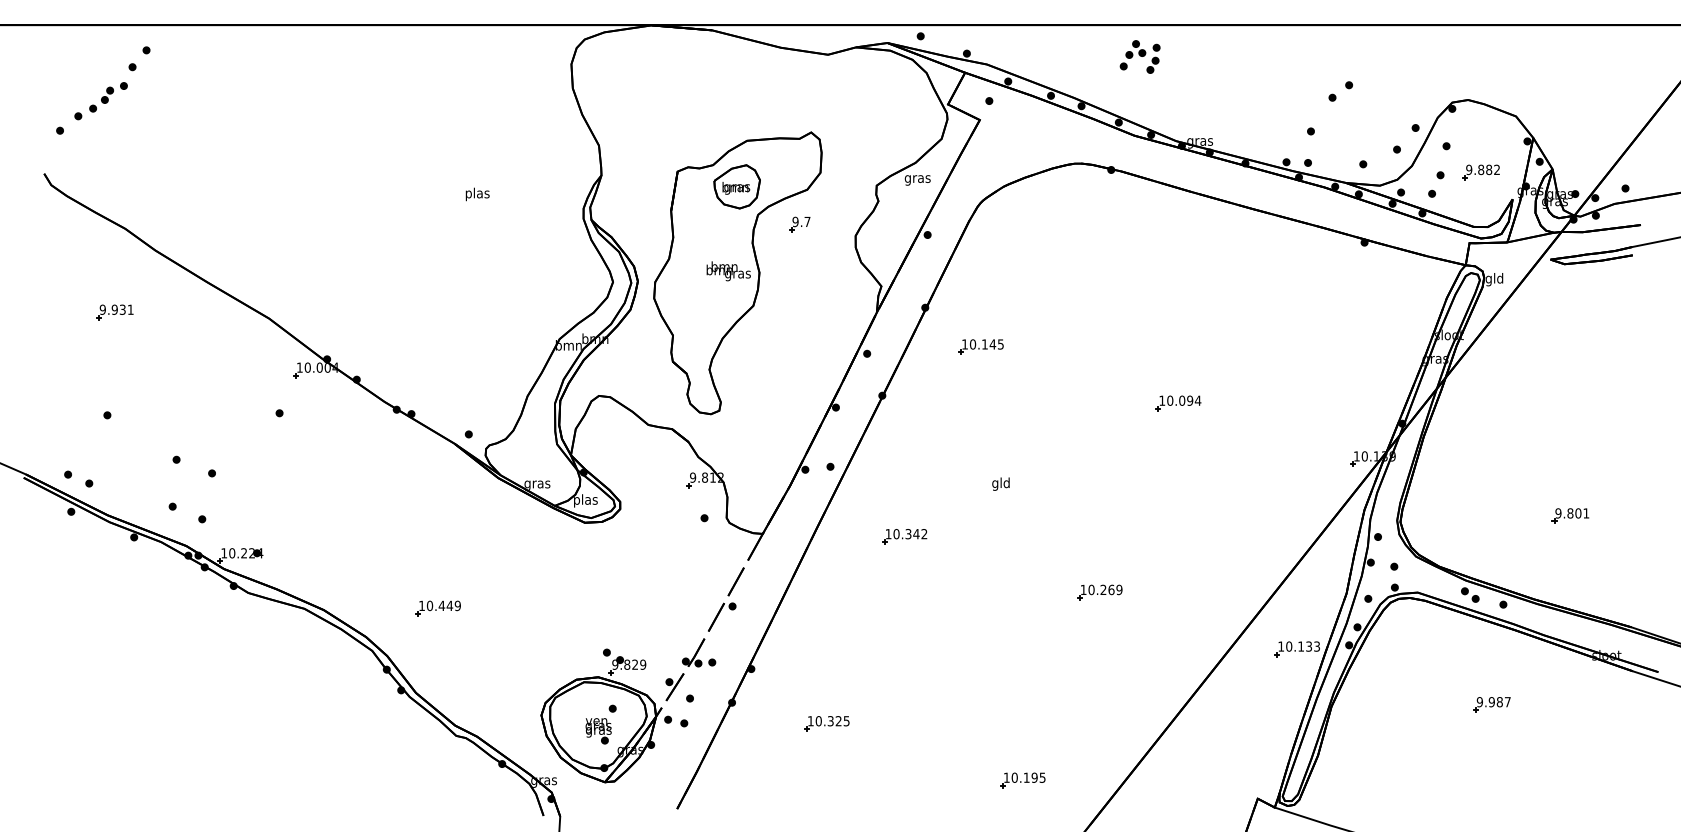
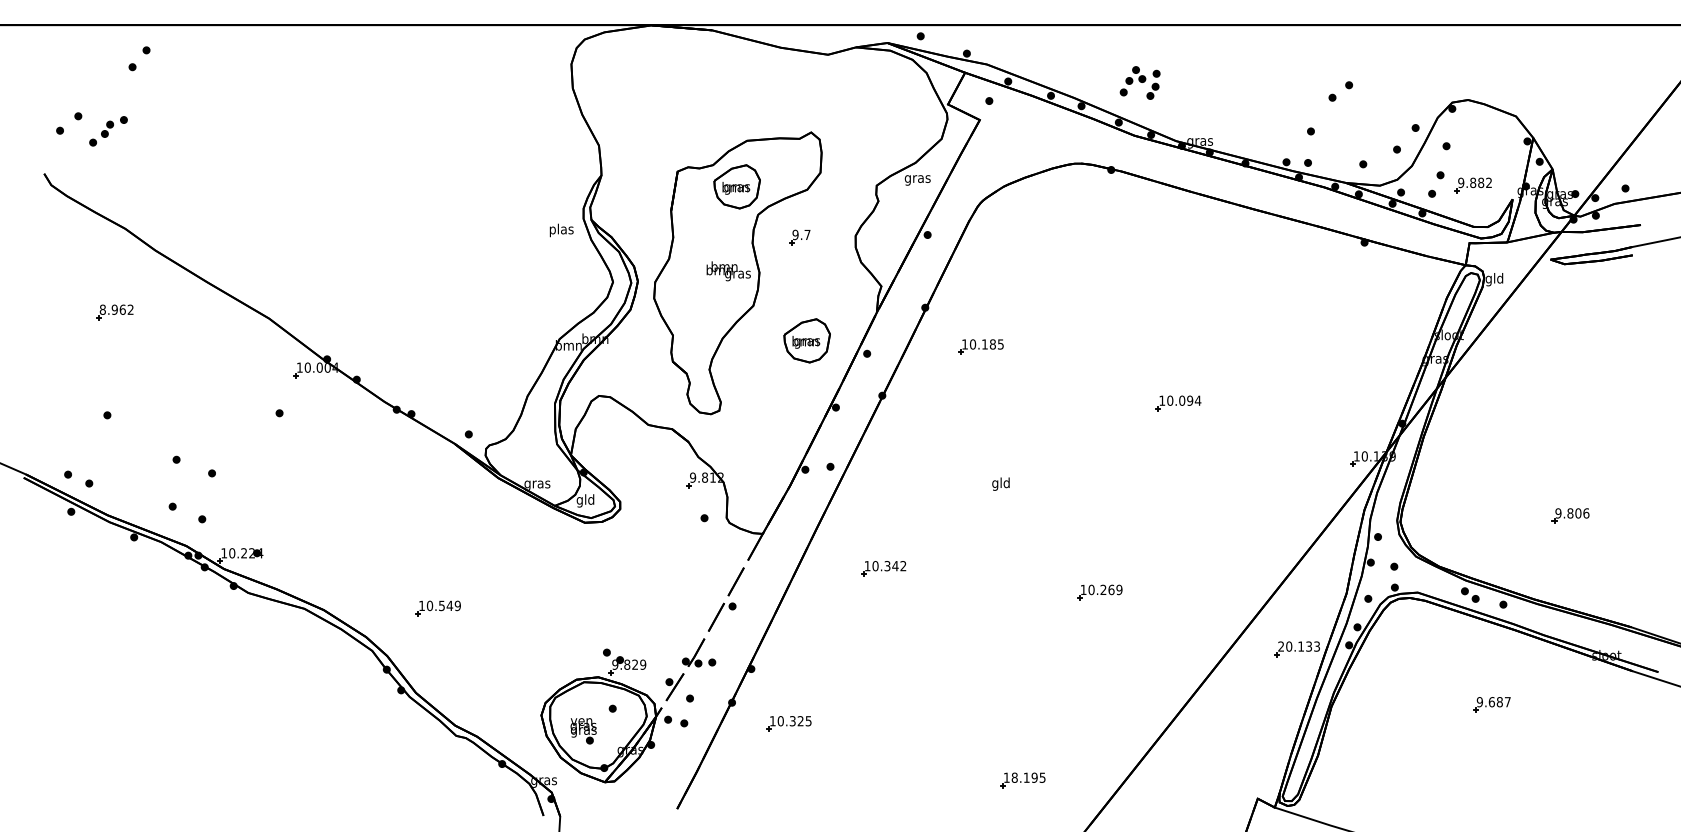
part at (1139, 56) position: (1139, 56) -> (1139, 82)
part at (108, 97) position: (108, 97) -> (108, 131)
part at (1480, 172) position: (1480, 172) -> (1472, 185)
text at (477, 194) position: (477, 194) -> (561, 230)
part at (799, 224) position: (799, 224) -> (799, 237)
text at (116, 309): 9.931 -> 8.962
part at (806, 340): none -> present
text at (992, 344): 10.145 -> 10.185
text at (585, 500): plas -> gld
text at (1586, 513): 9.801 -> 9.806
part at (904, 536) position: (904, 536) -> (883, 568)
text at (441, 605): 10.449 -> 10.549
text at (1280, 646): 10.133 -> 20.133
text at (1491, 702): 9.987 -> 9.687
part at (826, 723) position: (826, 723) -> (788, 723)
part at (598, 731) position: (598, 731) -> (583, 731)
text at (1014, 777): 10.195 -> 18.195
